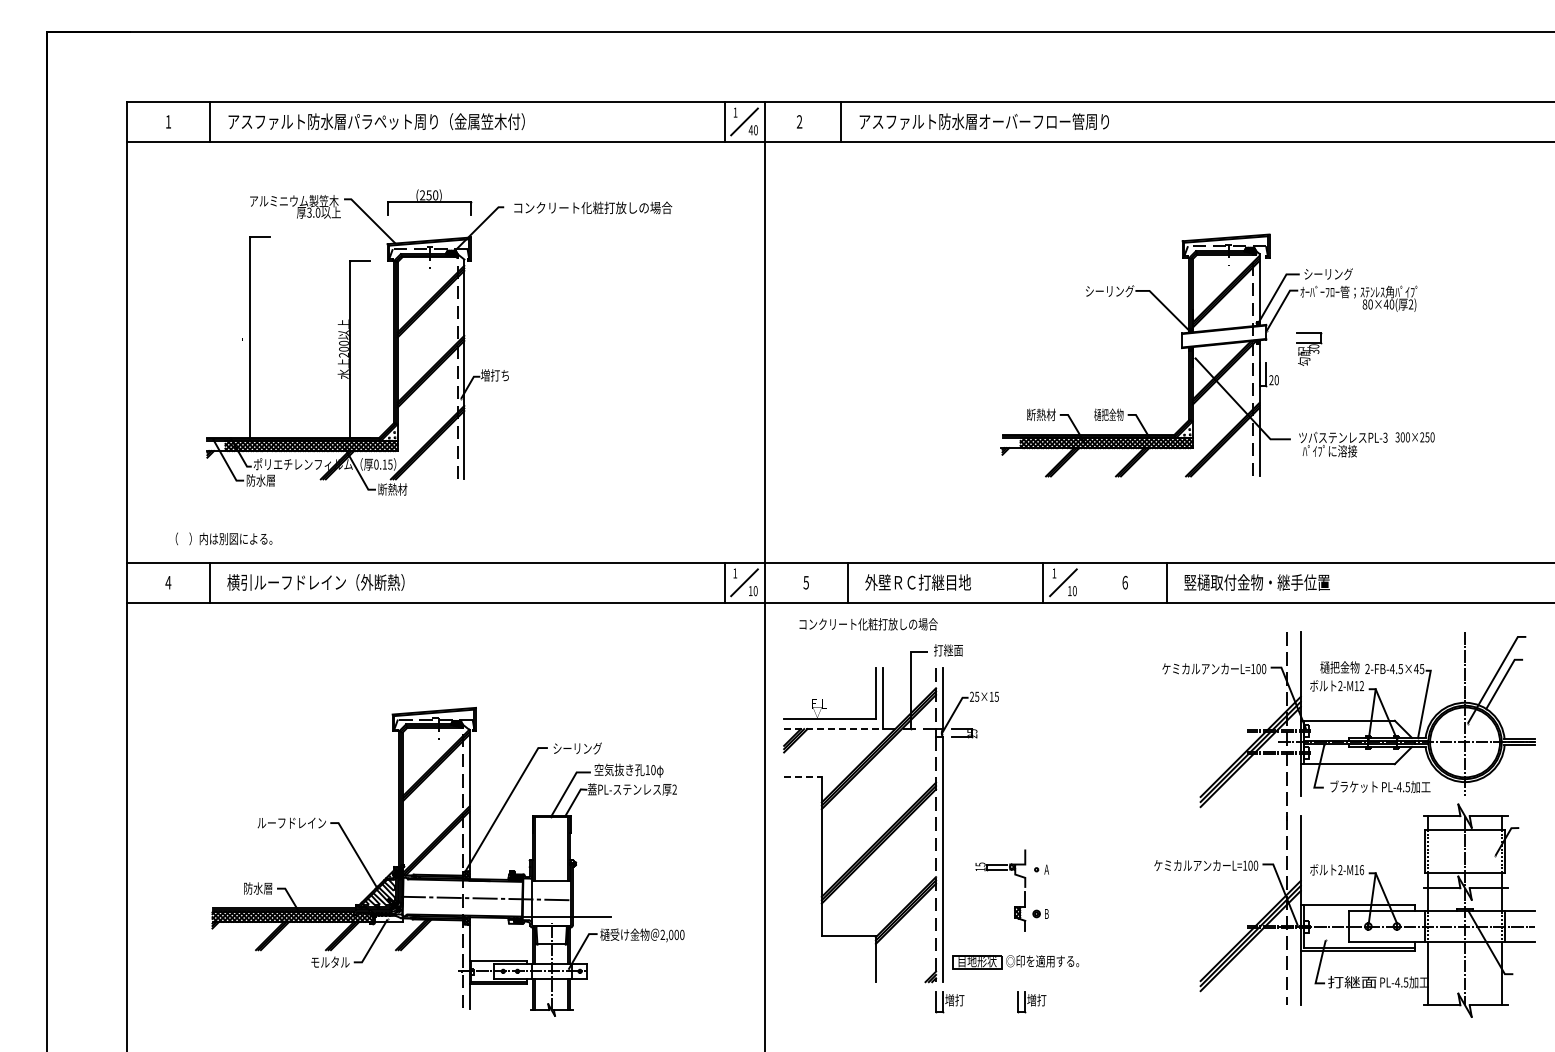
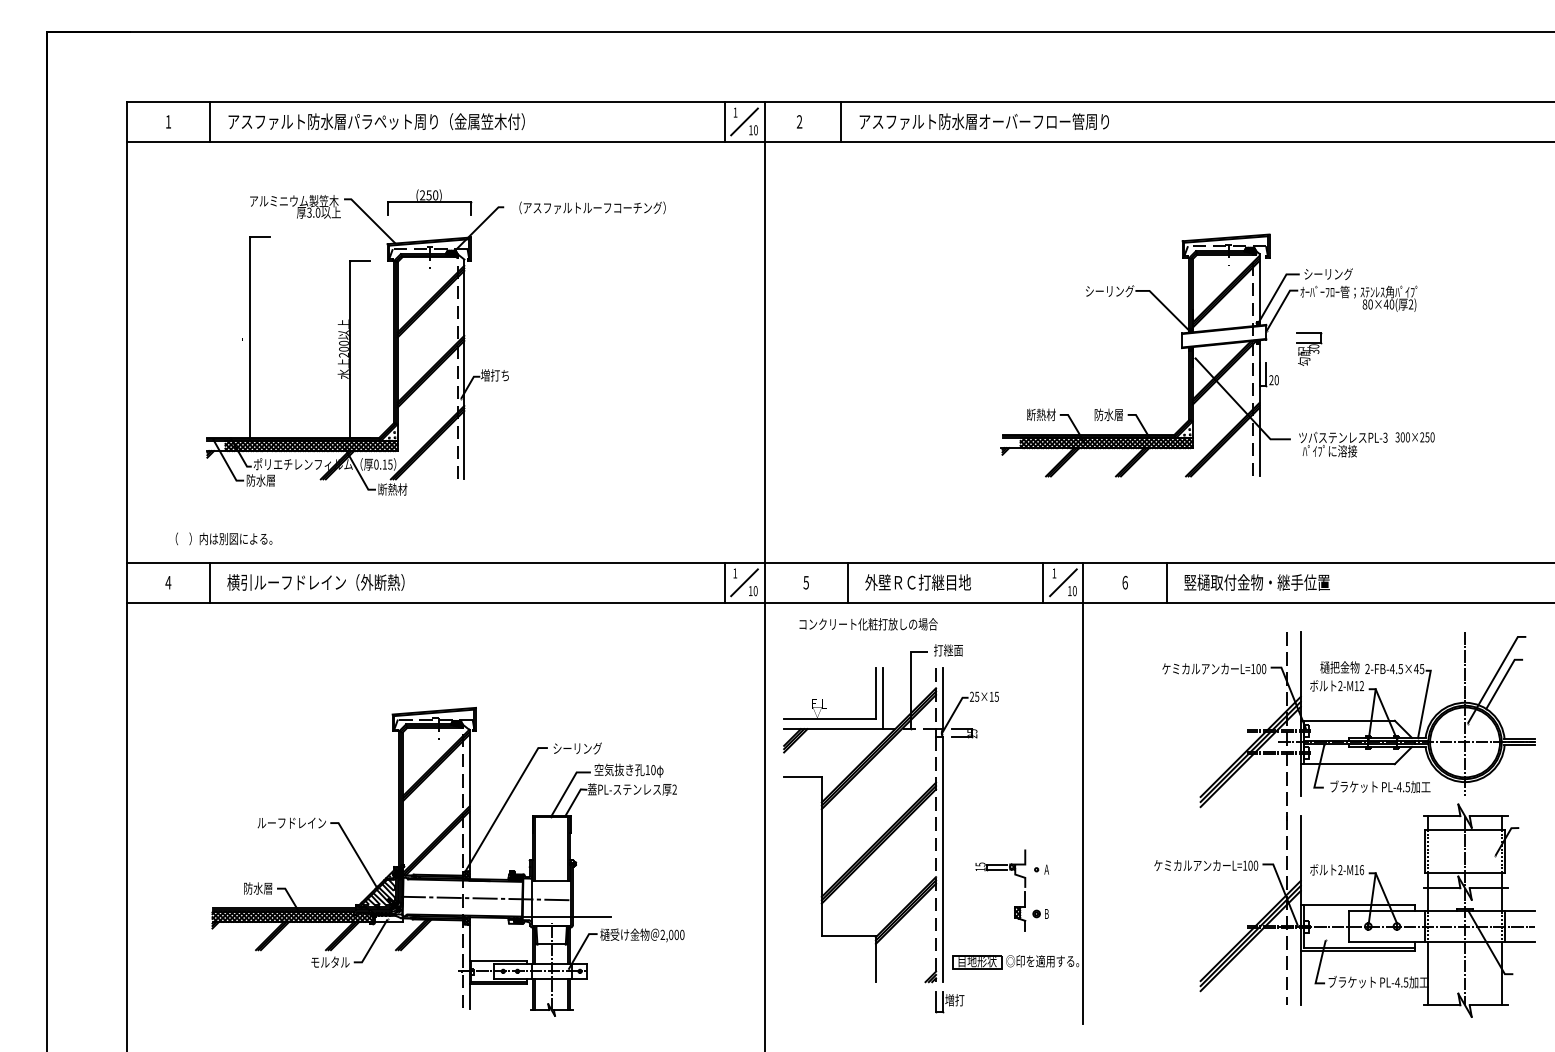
text at (750, 130): 40 -> 10
text at (593, 207): コンクリート化粧打放しの場合 -> （アスファルトルーフコーチング）
text at (1108, 414): 樋把金物 -> 防水層
line at (833, 728): dashed -> solid
line at (803, 777): dashed -> solid
line at (1083, 792): none -> present
text at (1352, 982): 打継面 -> ブラケット
part at (1031, 1002): present -> none
